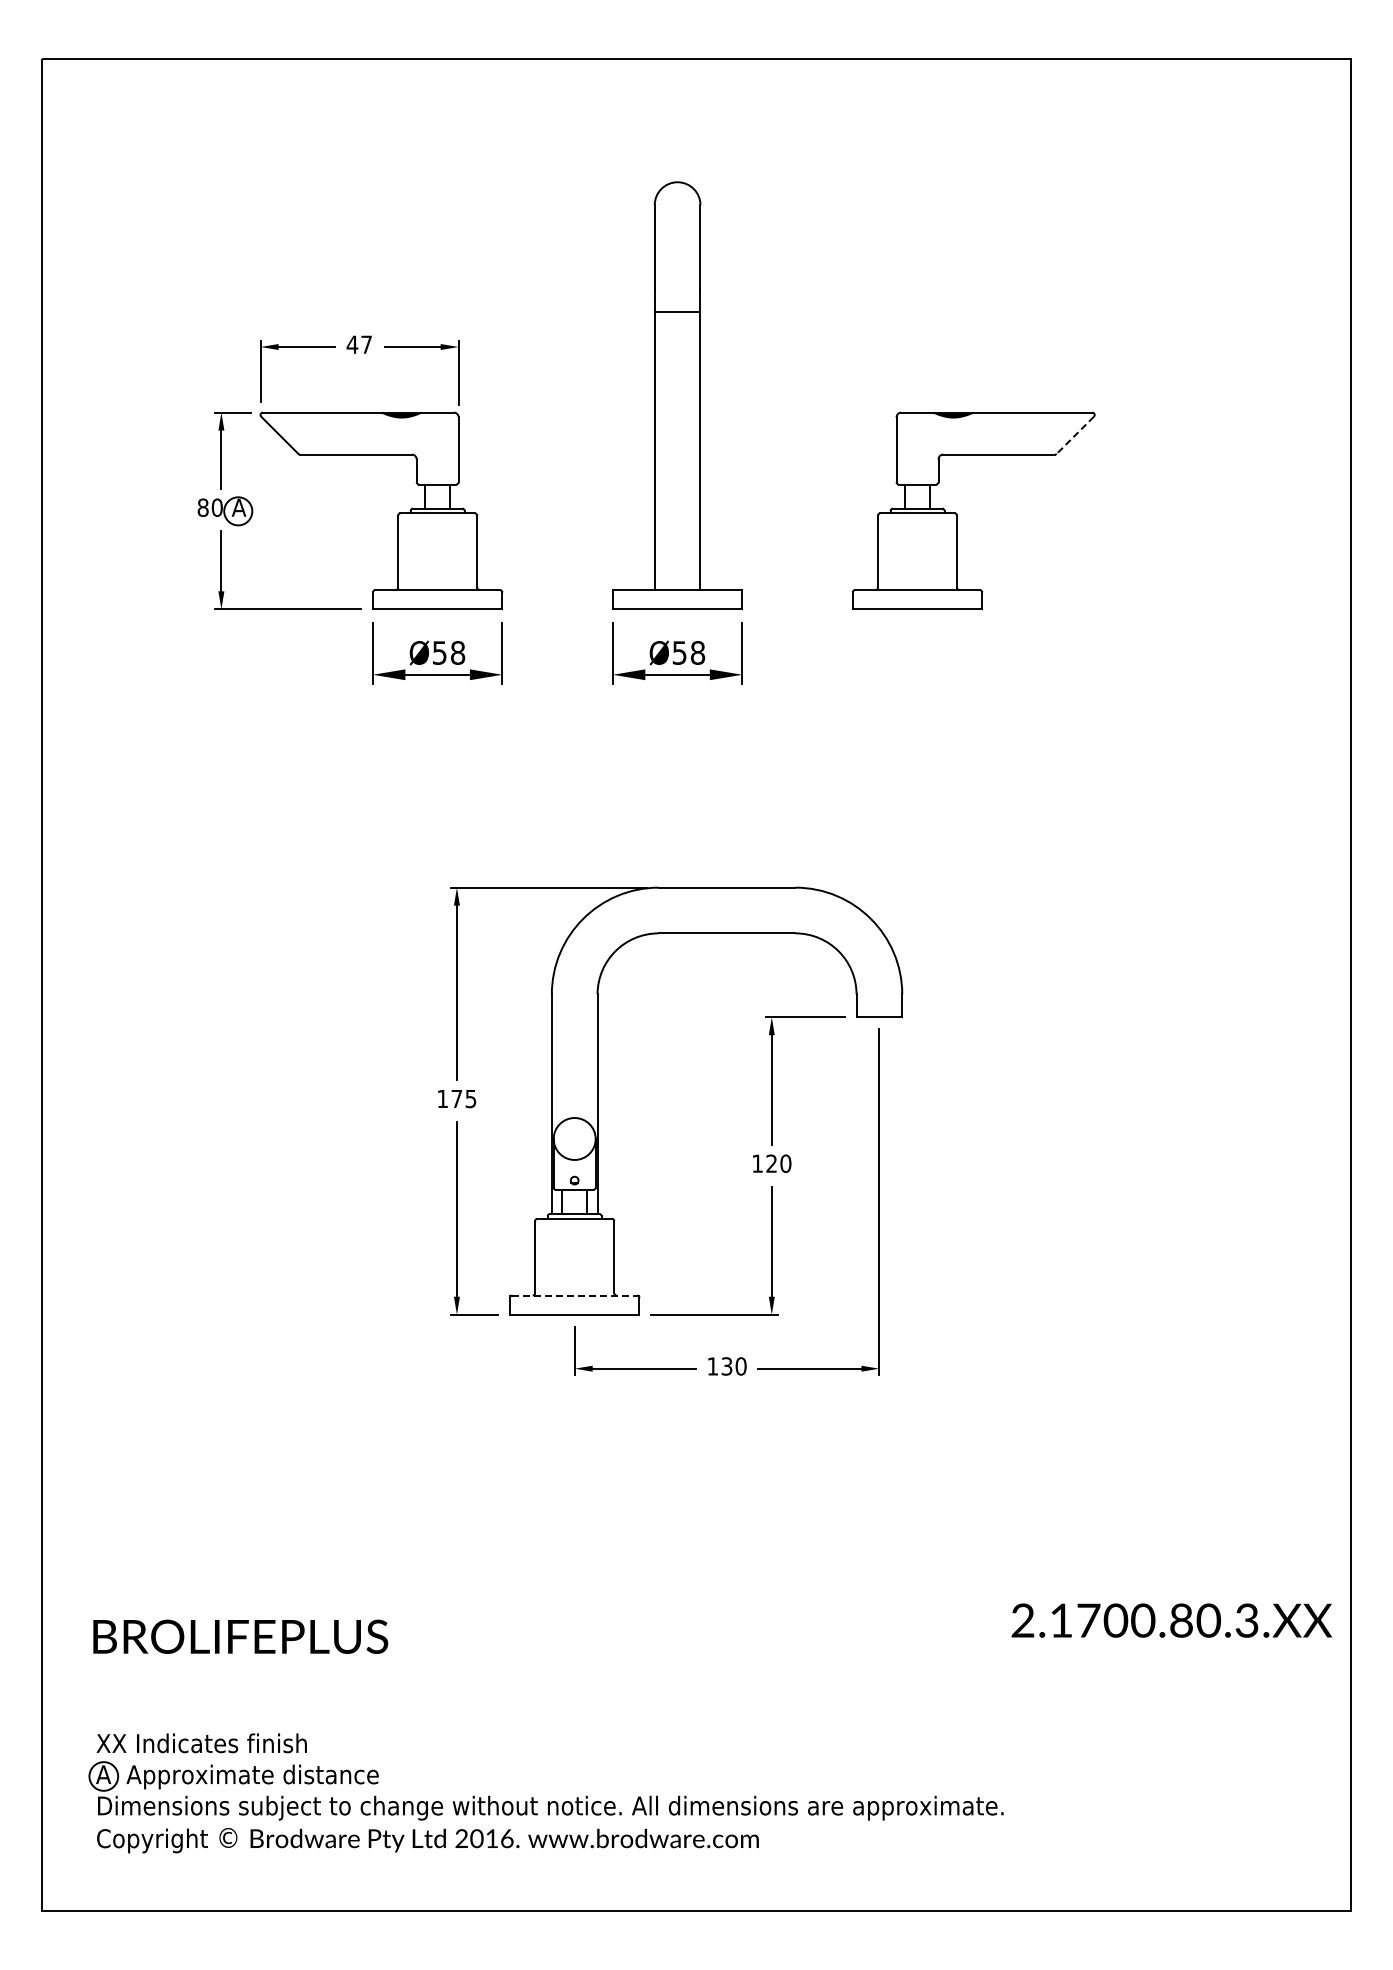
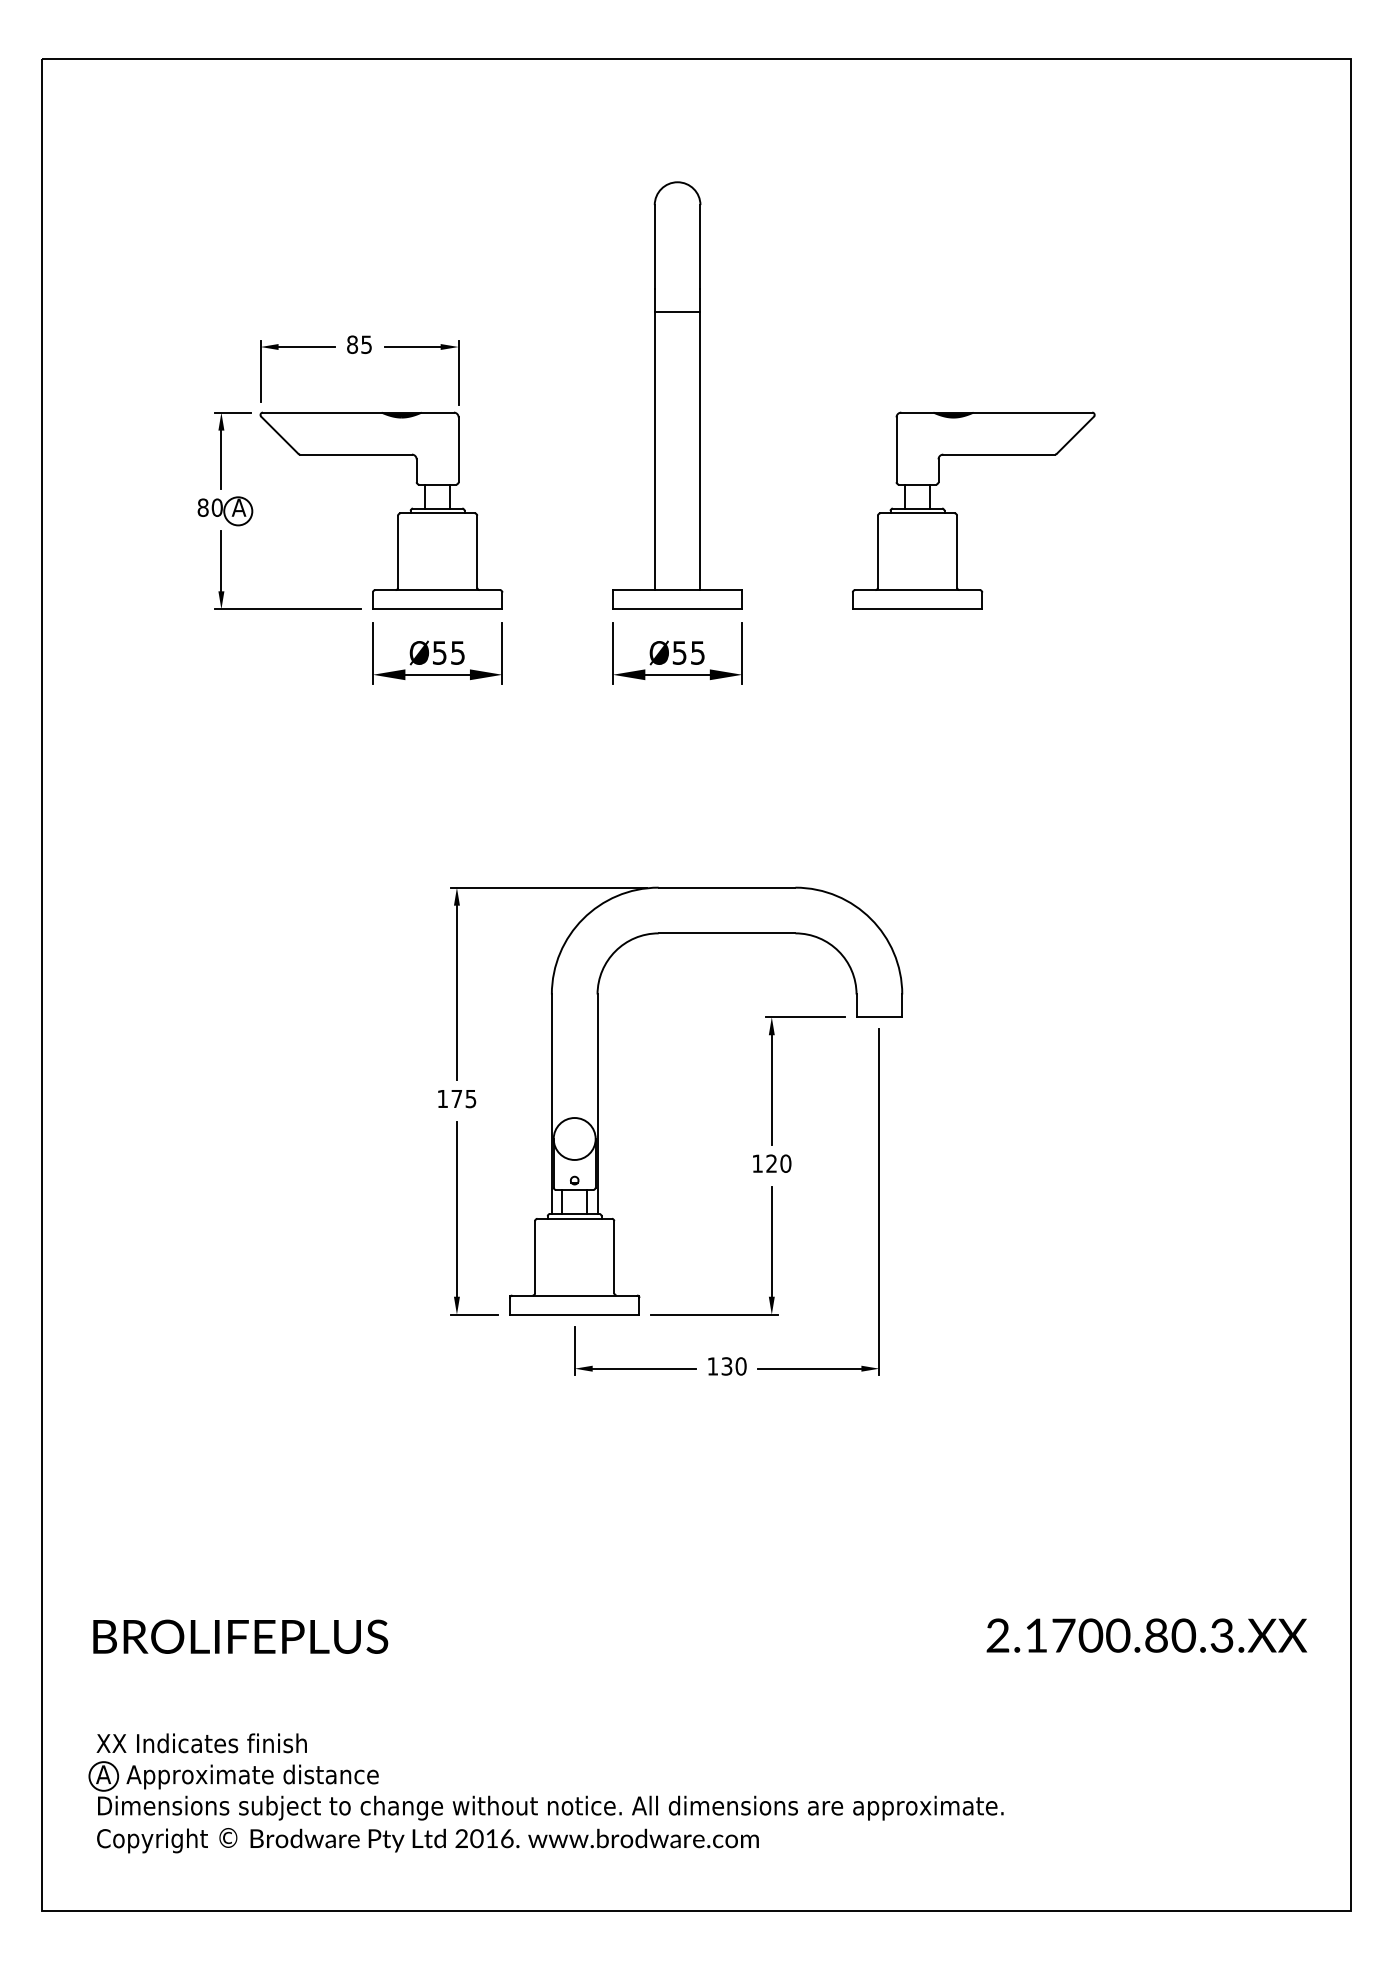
text at (358, 344): 47 -> 85
line at (1075, 435): dashed -> solid
text at (458, 652): Ø58 -> Ø55
text at (697, 652): Ø58 -> Ø55
line at (575, 1295): dashed -> solid
text at (1171, 1620) position: (1171, 1620) -> (1146, 1635)
